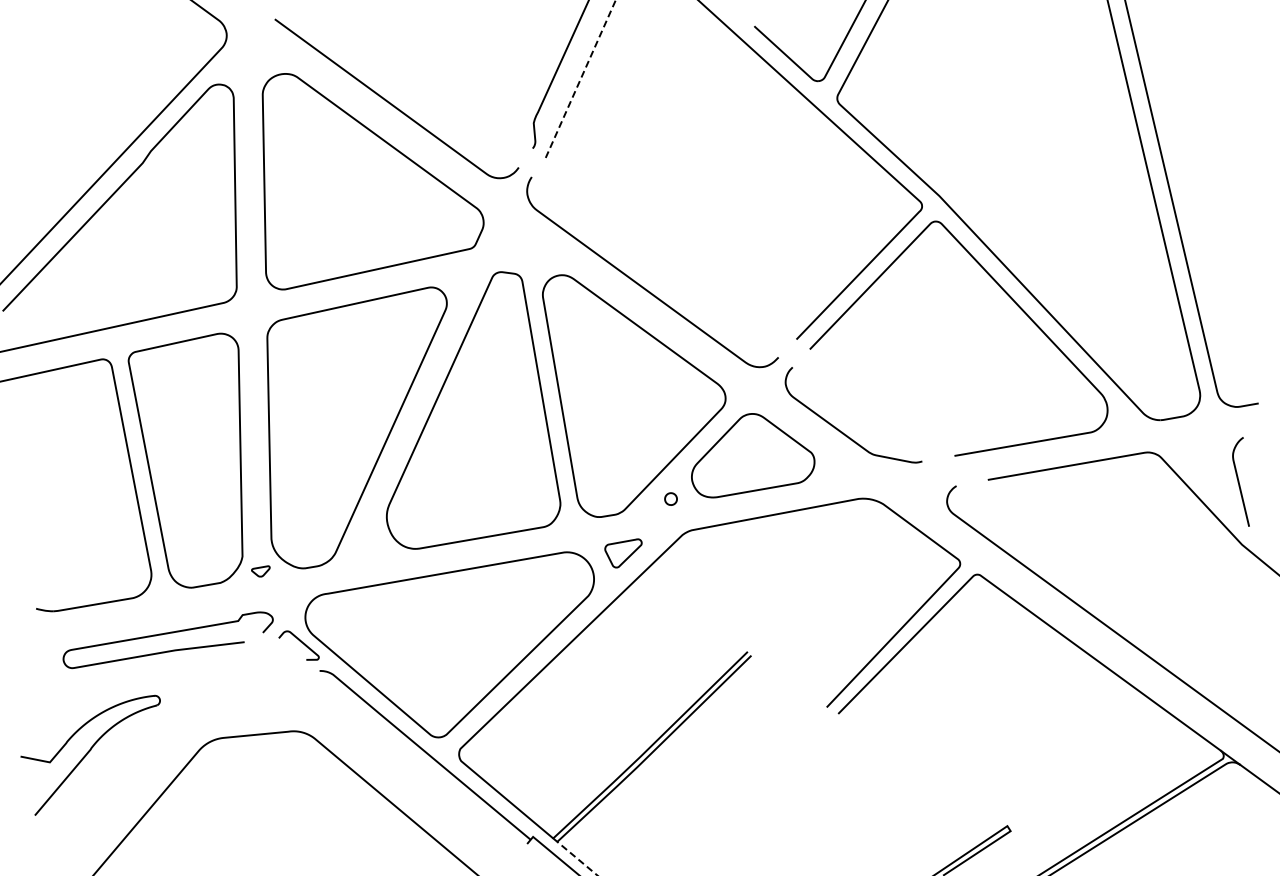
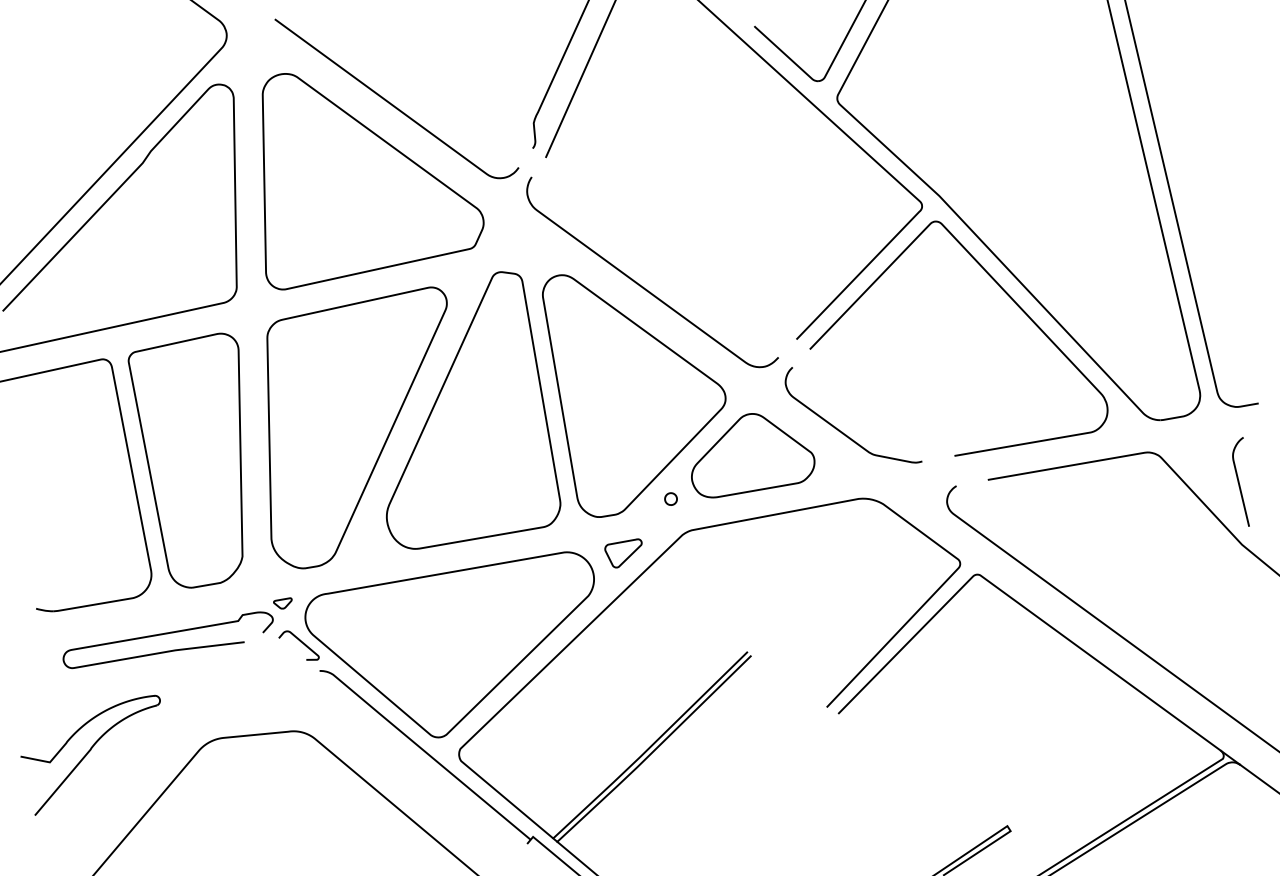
line at (580, 78): dashed -> solid
part at (260, 571) position: (260, 571) -> (282, 603)
line at (577, 858): dashed -> solid
